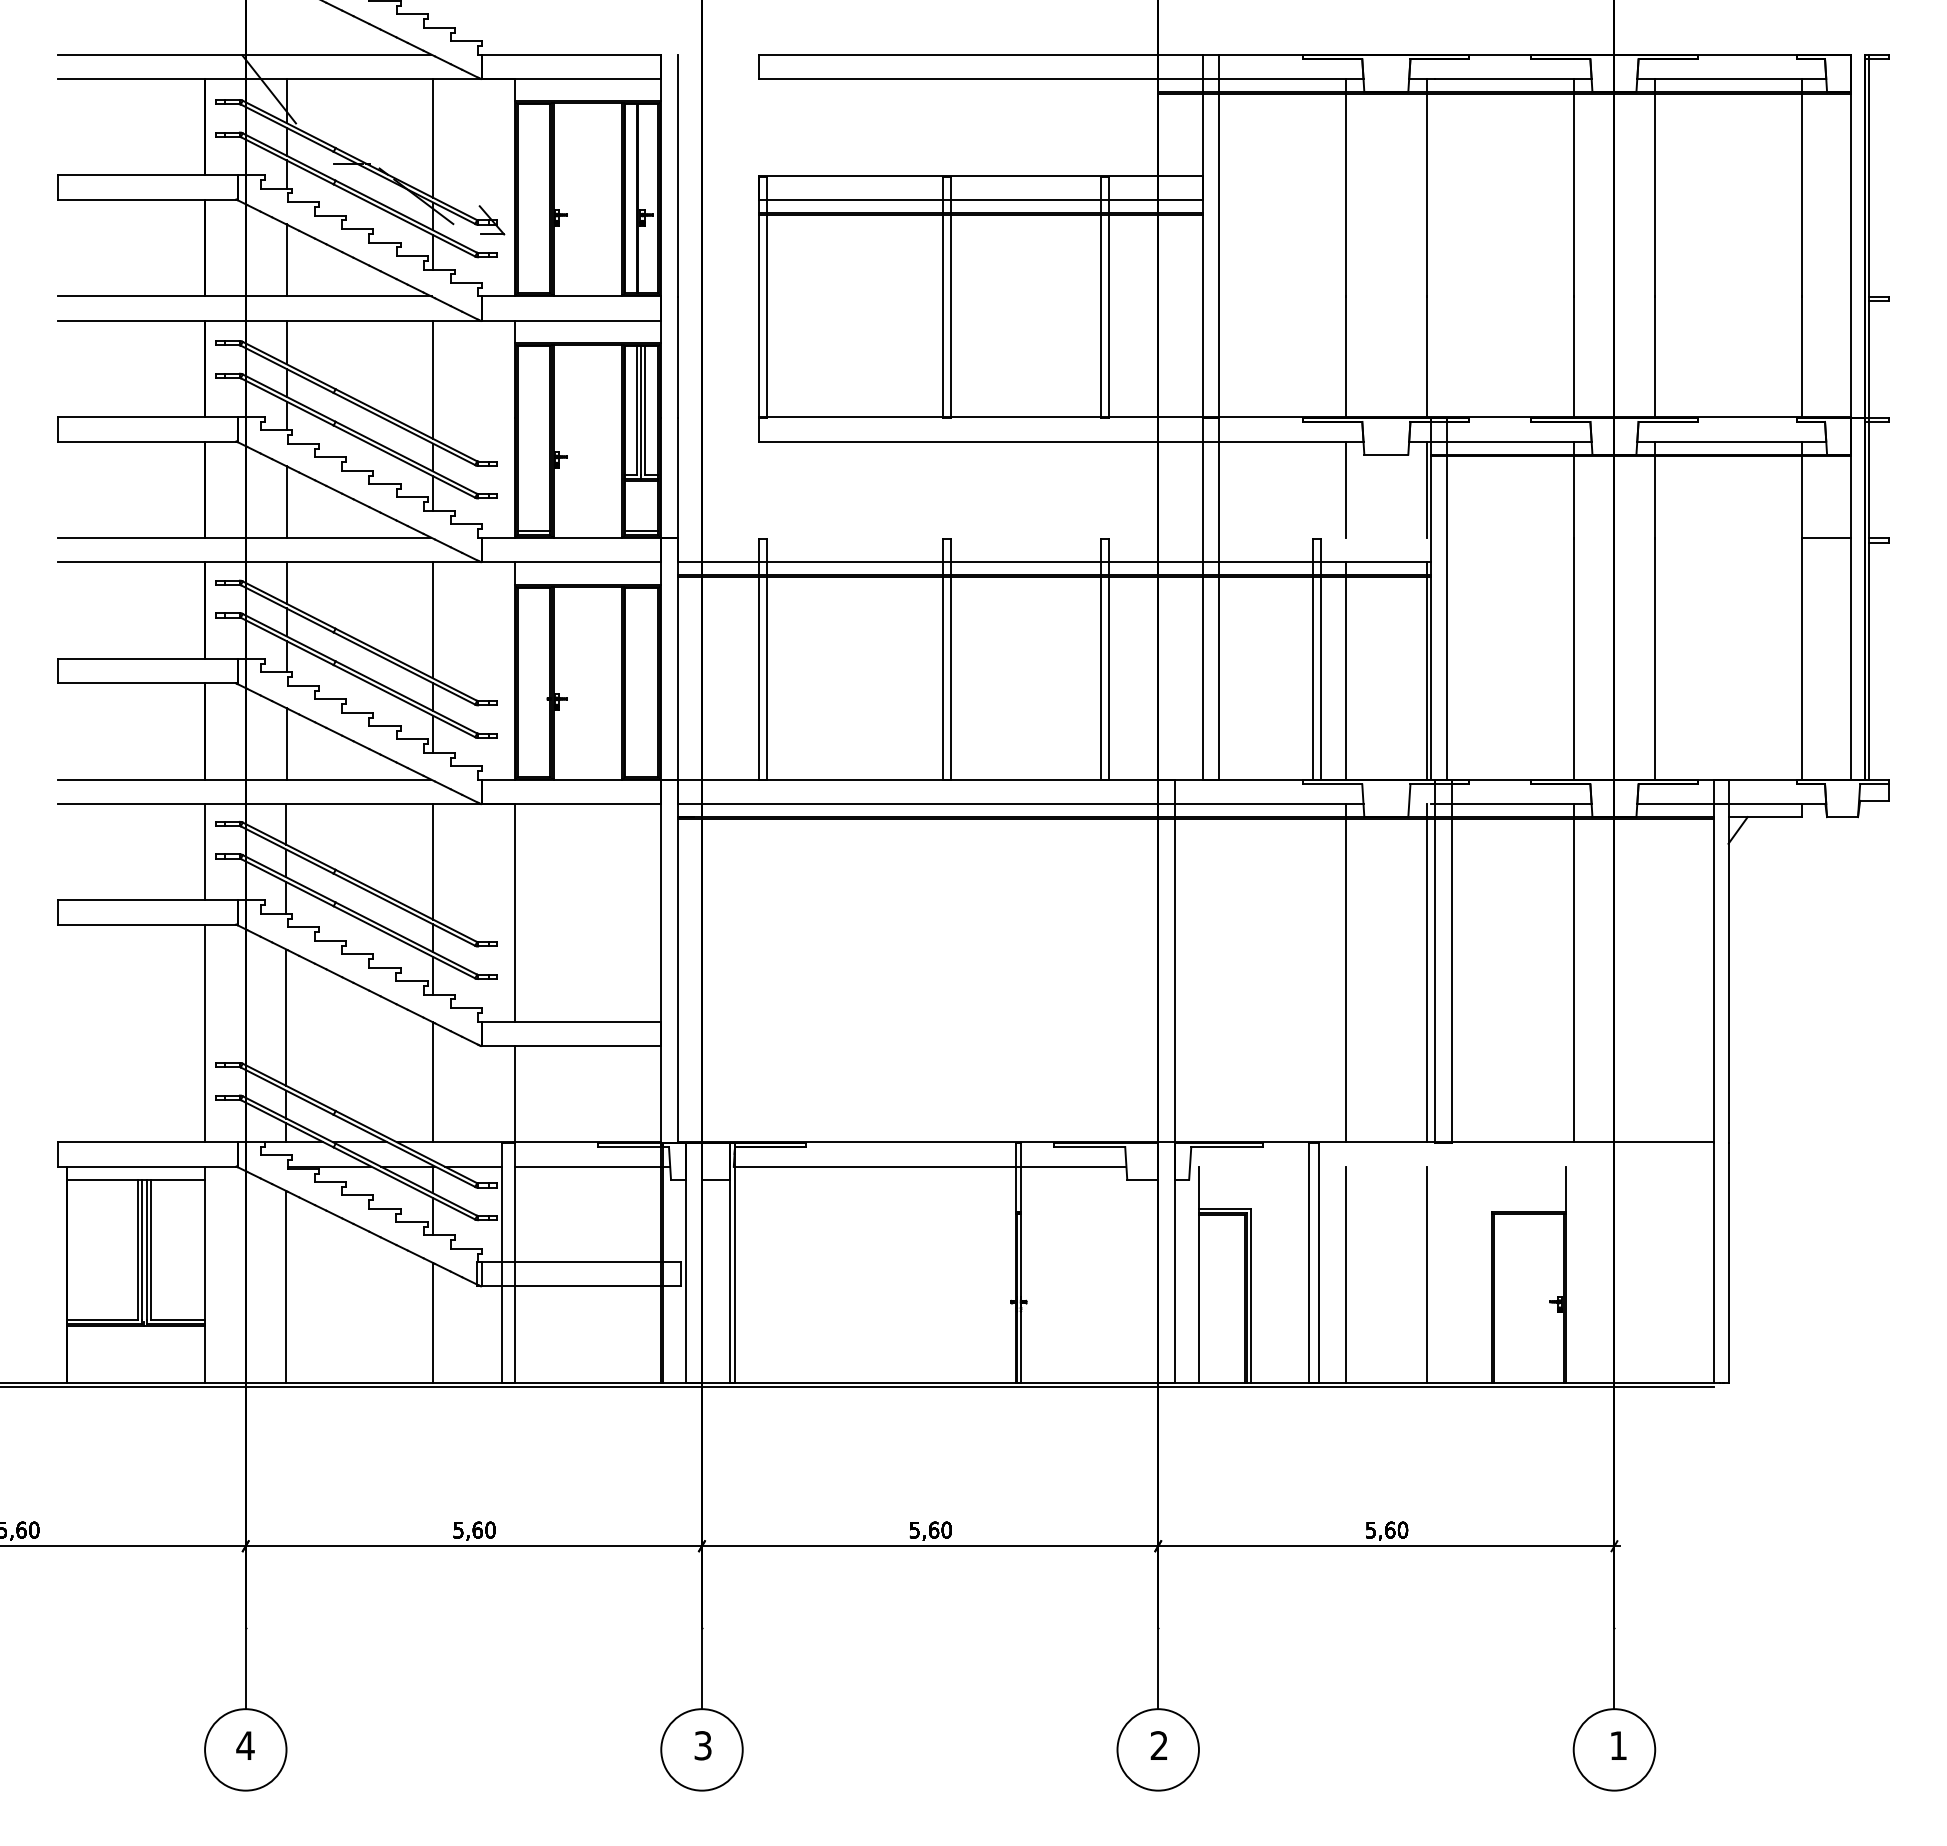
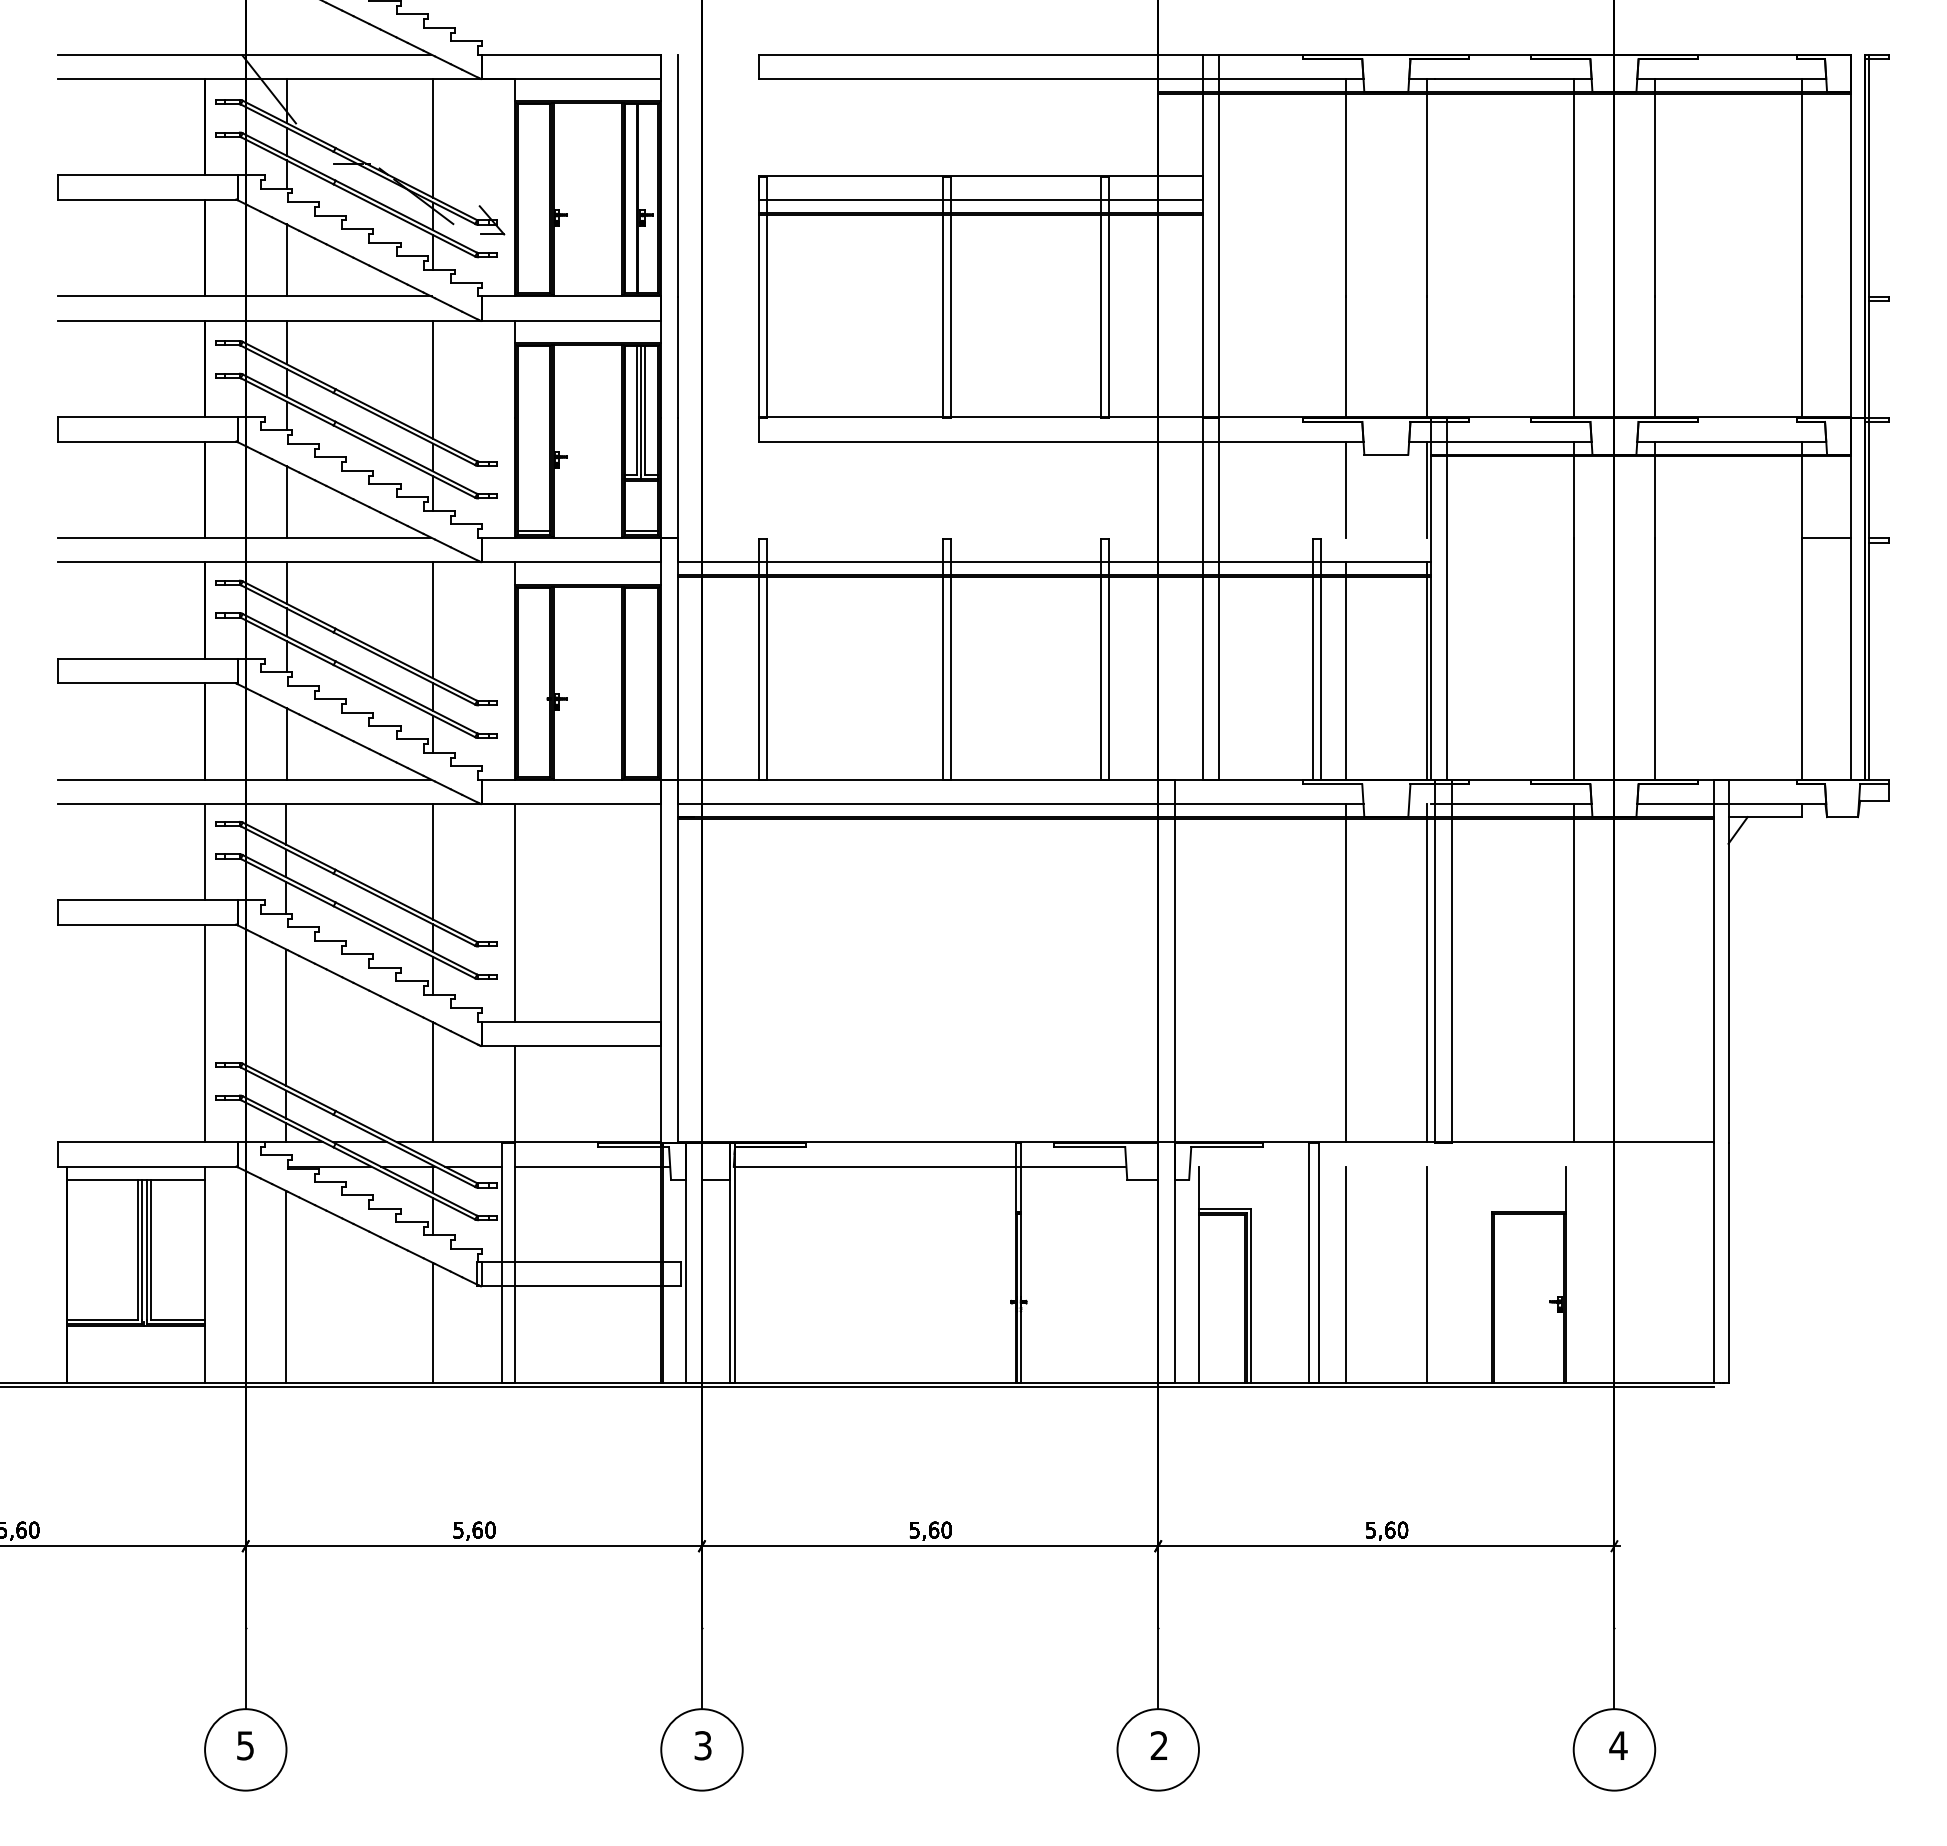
text at (245, 1745): 4 -> 5
text at (1618, 1745): 1 -> 4
